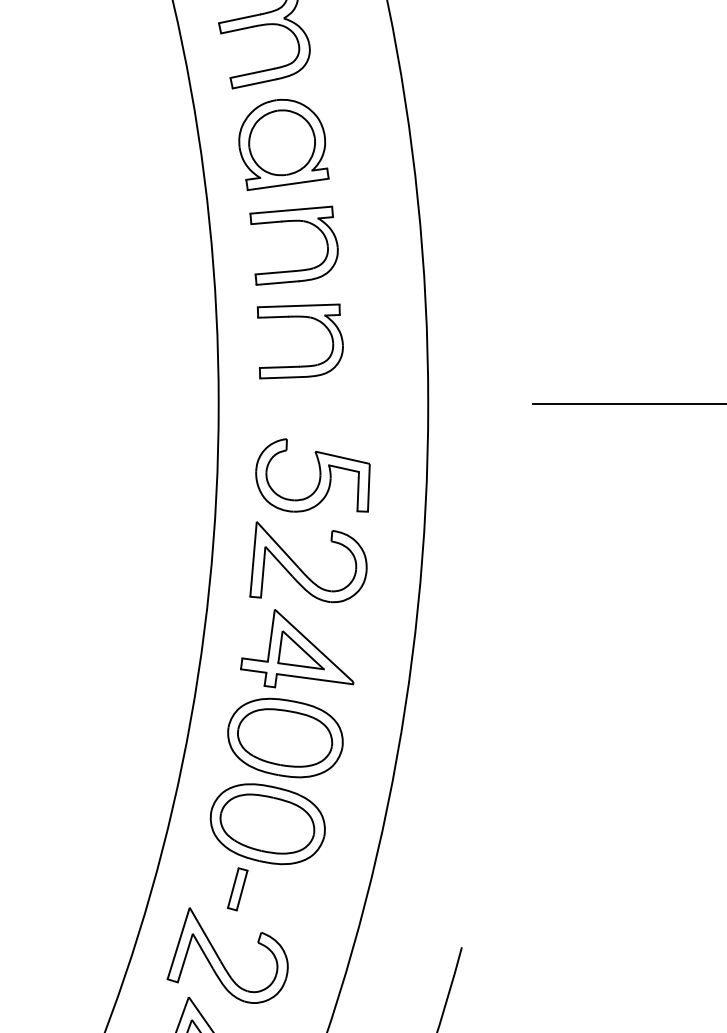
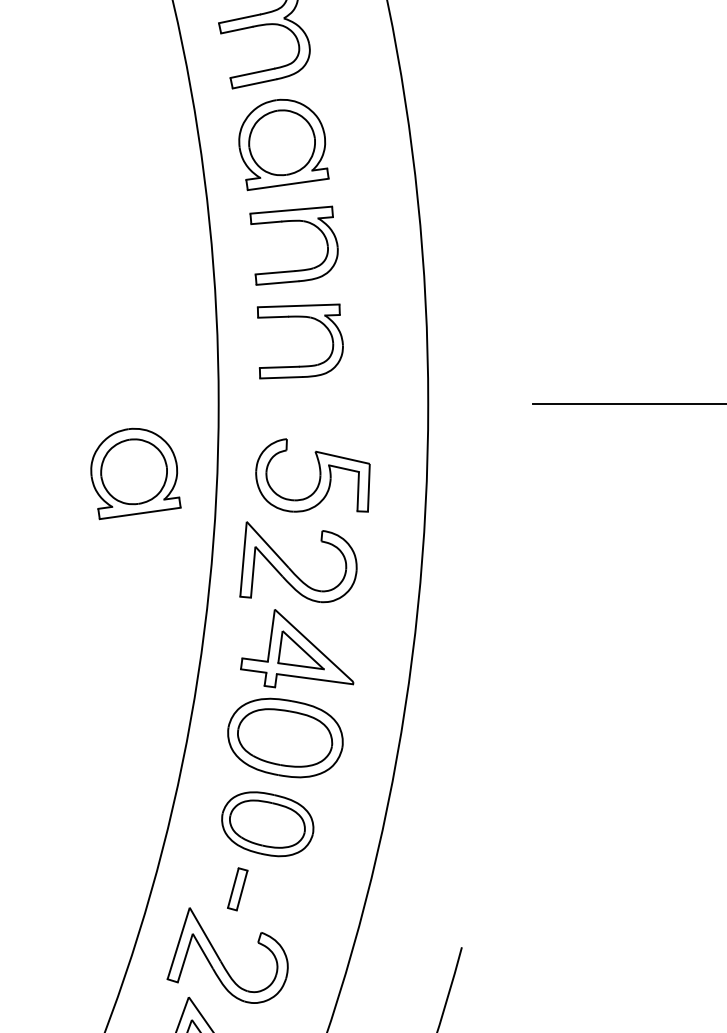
part at (135, 473): none -> present
part at (301, 569) position: (301, 569) -> (291, 569)
part at (267, 824) size: 117x83 px -> 94x67 px
